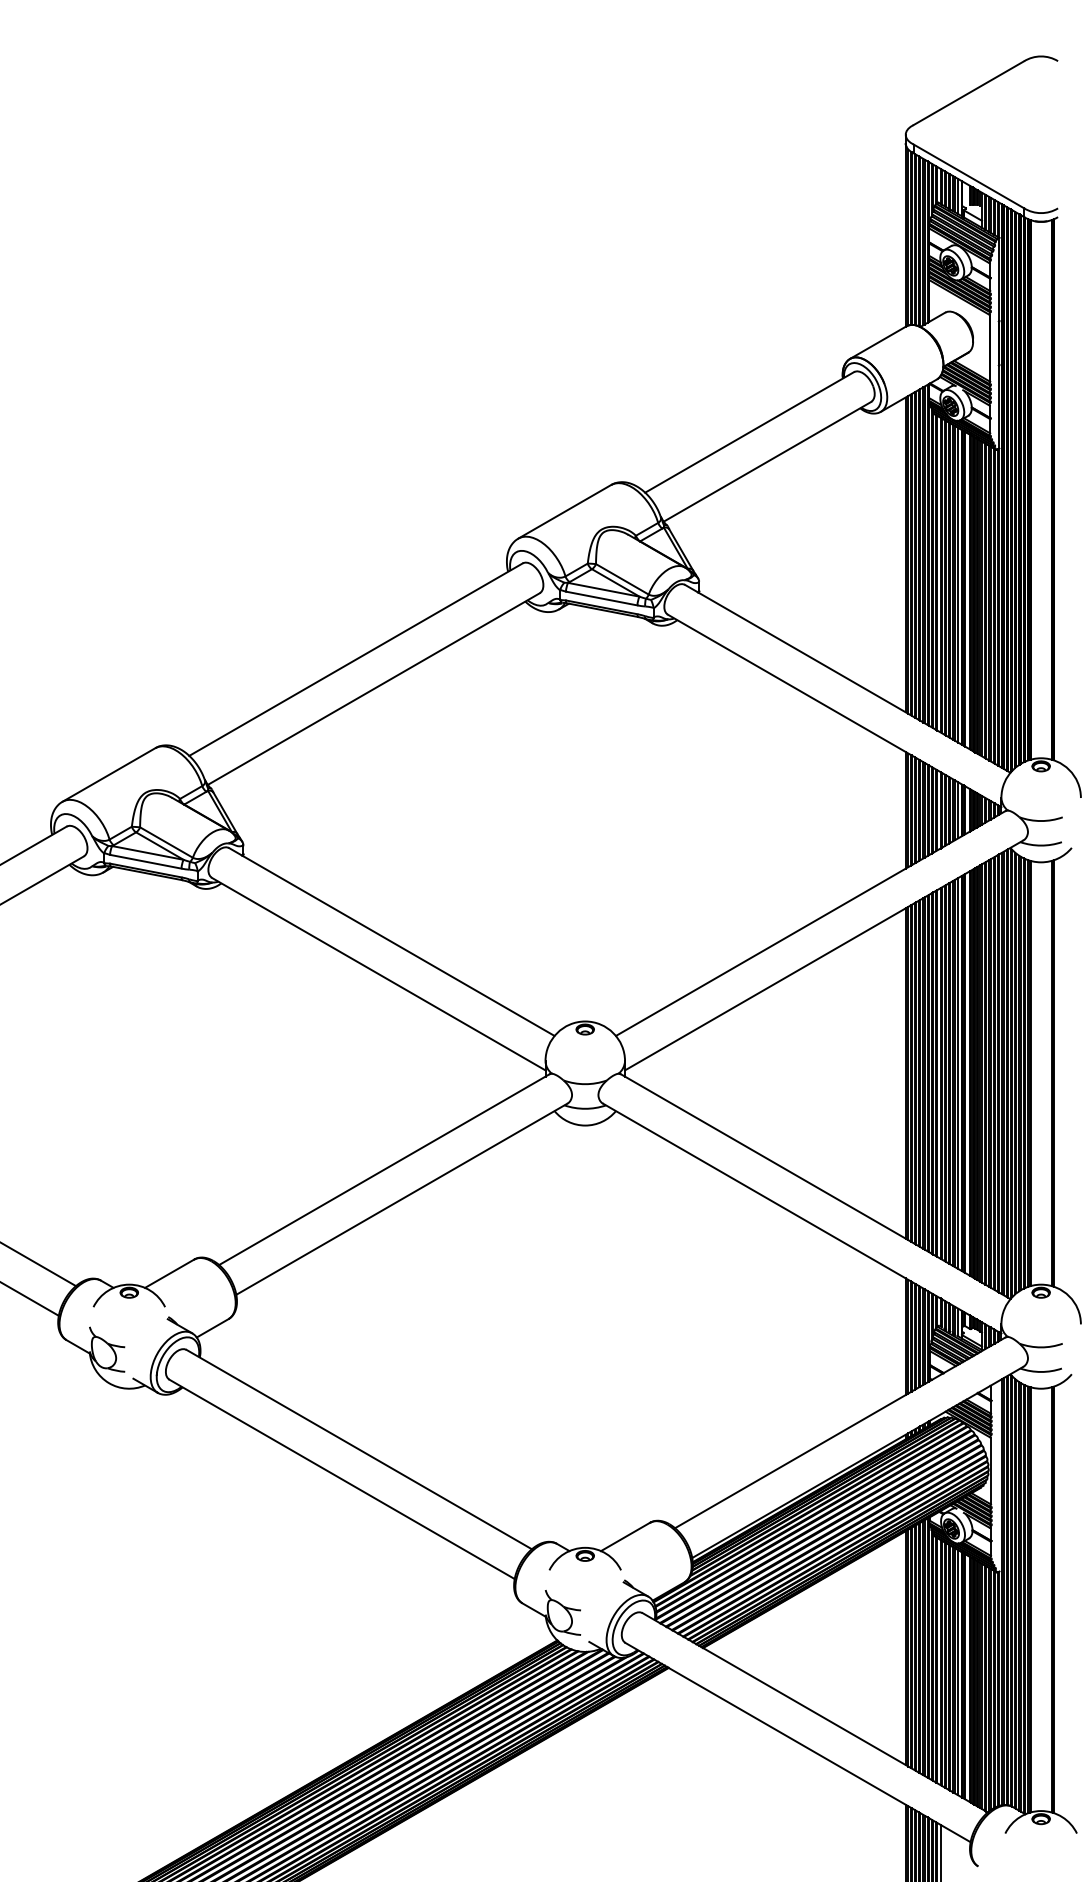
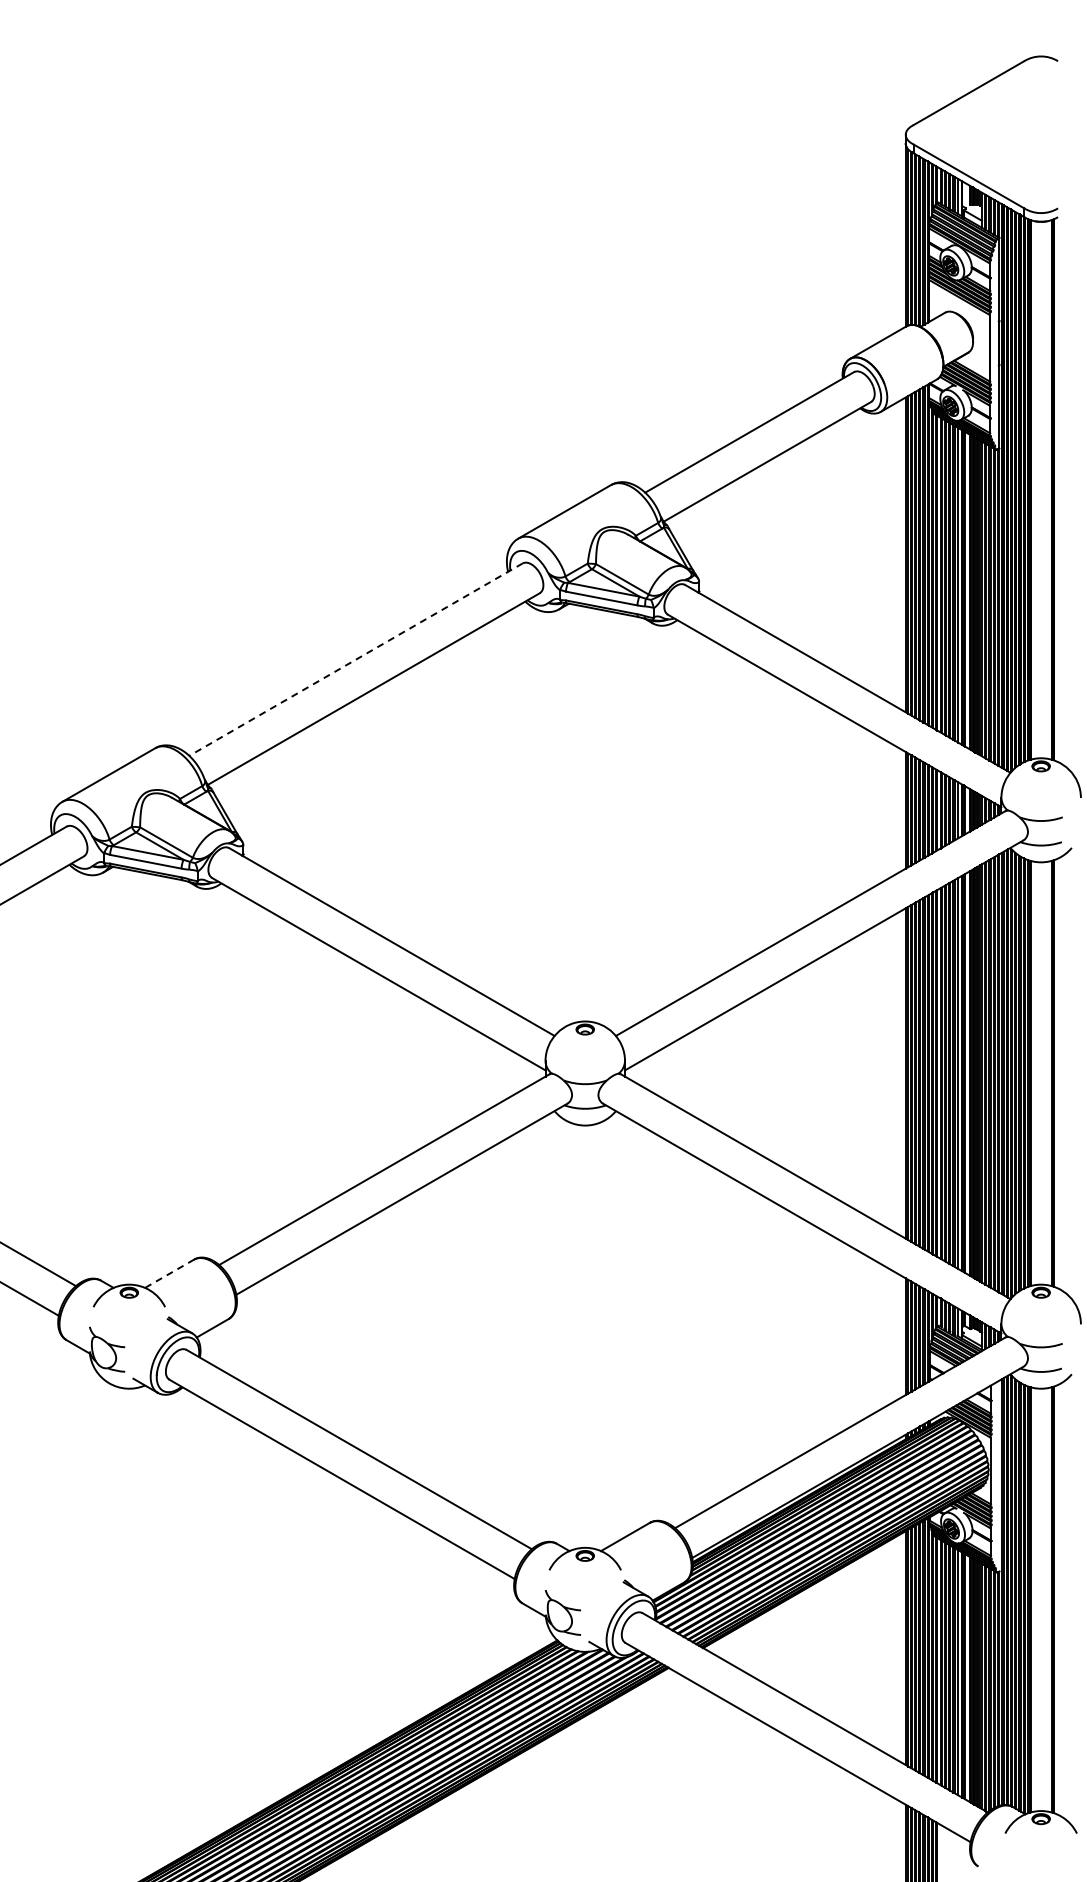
line at (355, 659): solid -> dashed
line at (169, 1273): solid -> dashed
line at (940, 1851): present -> none
